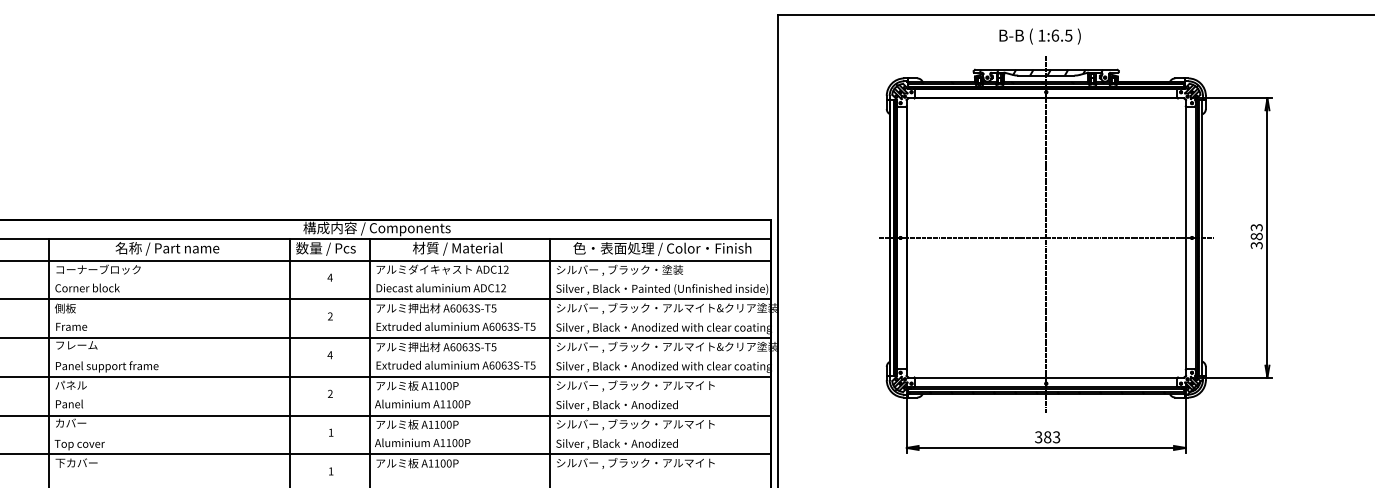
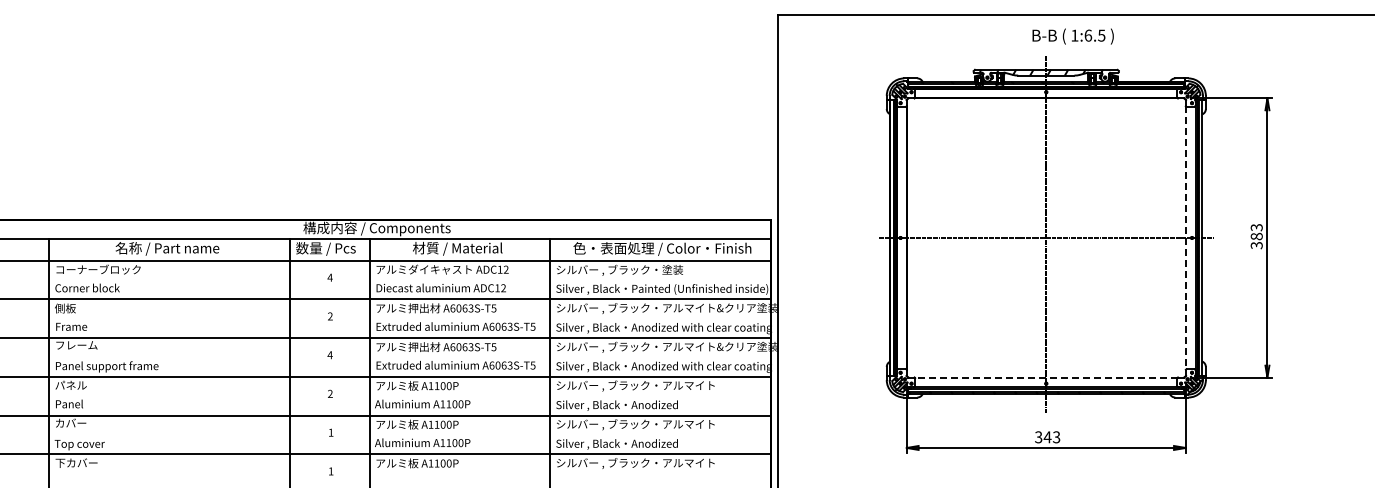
text at (1039, 36) position: (1039, 36) -> (1072, 36)
line at (1185, 237): solid -> dashed
line at (1046, 377): solid -> dashed
text at (1047, 437): 383 -> 343
